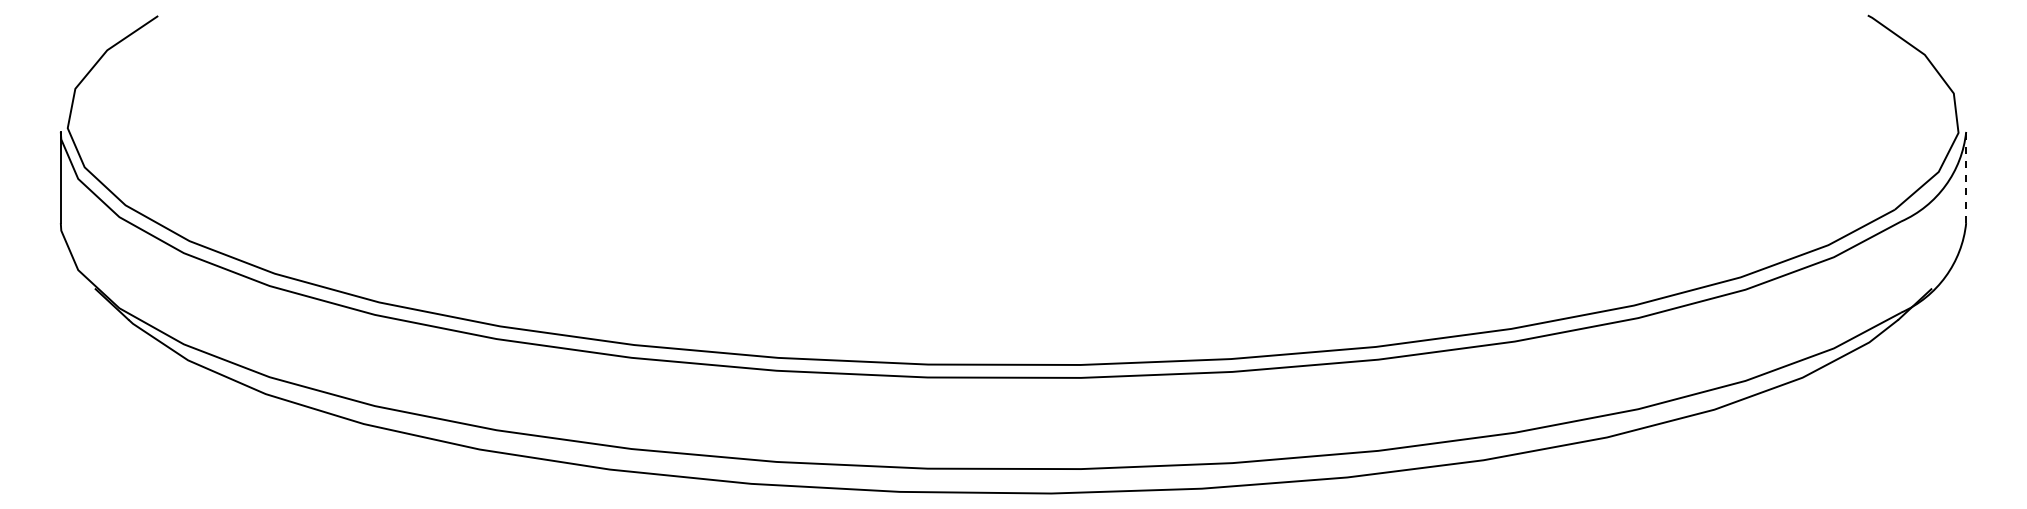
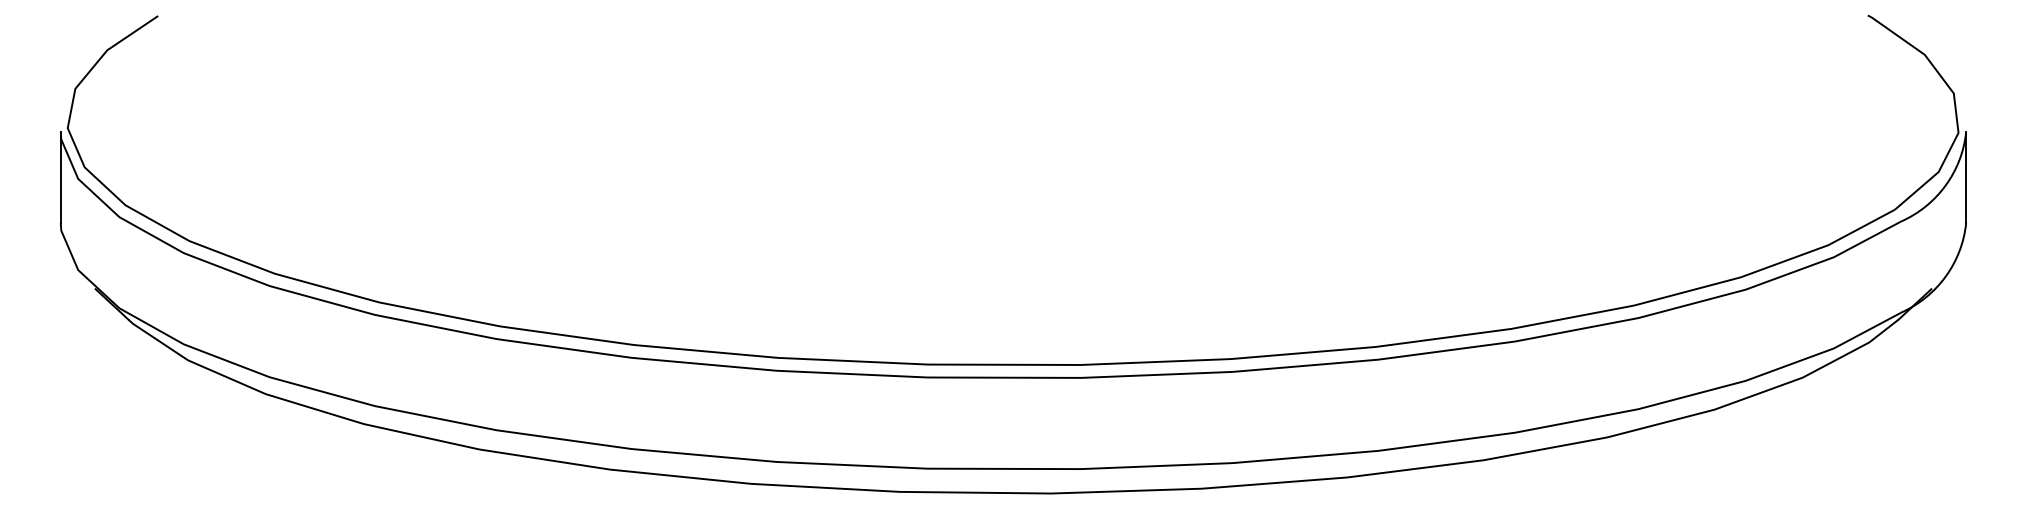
line at (1966, 177): dashed -> solid
